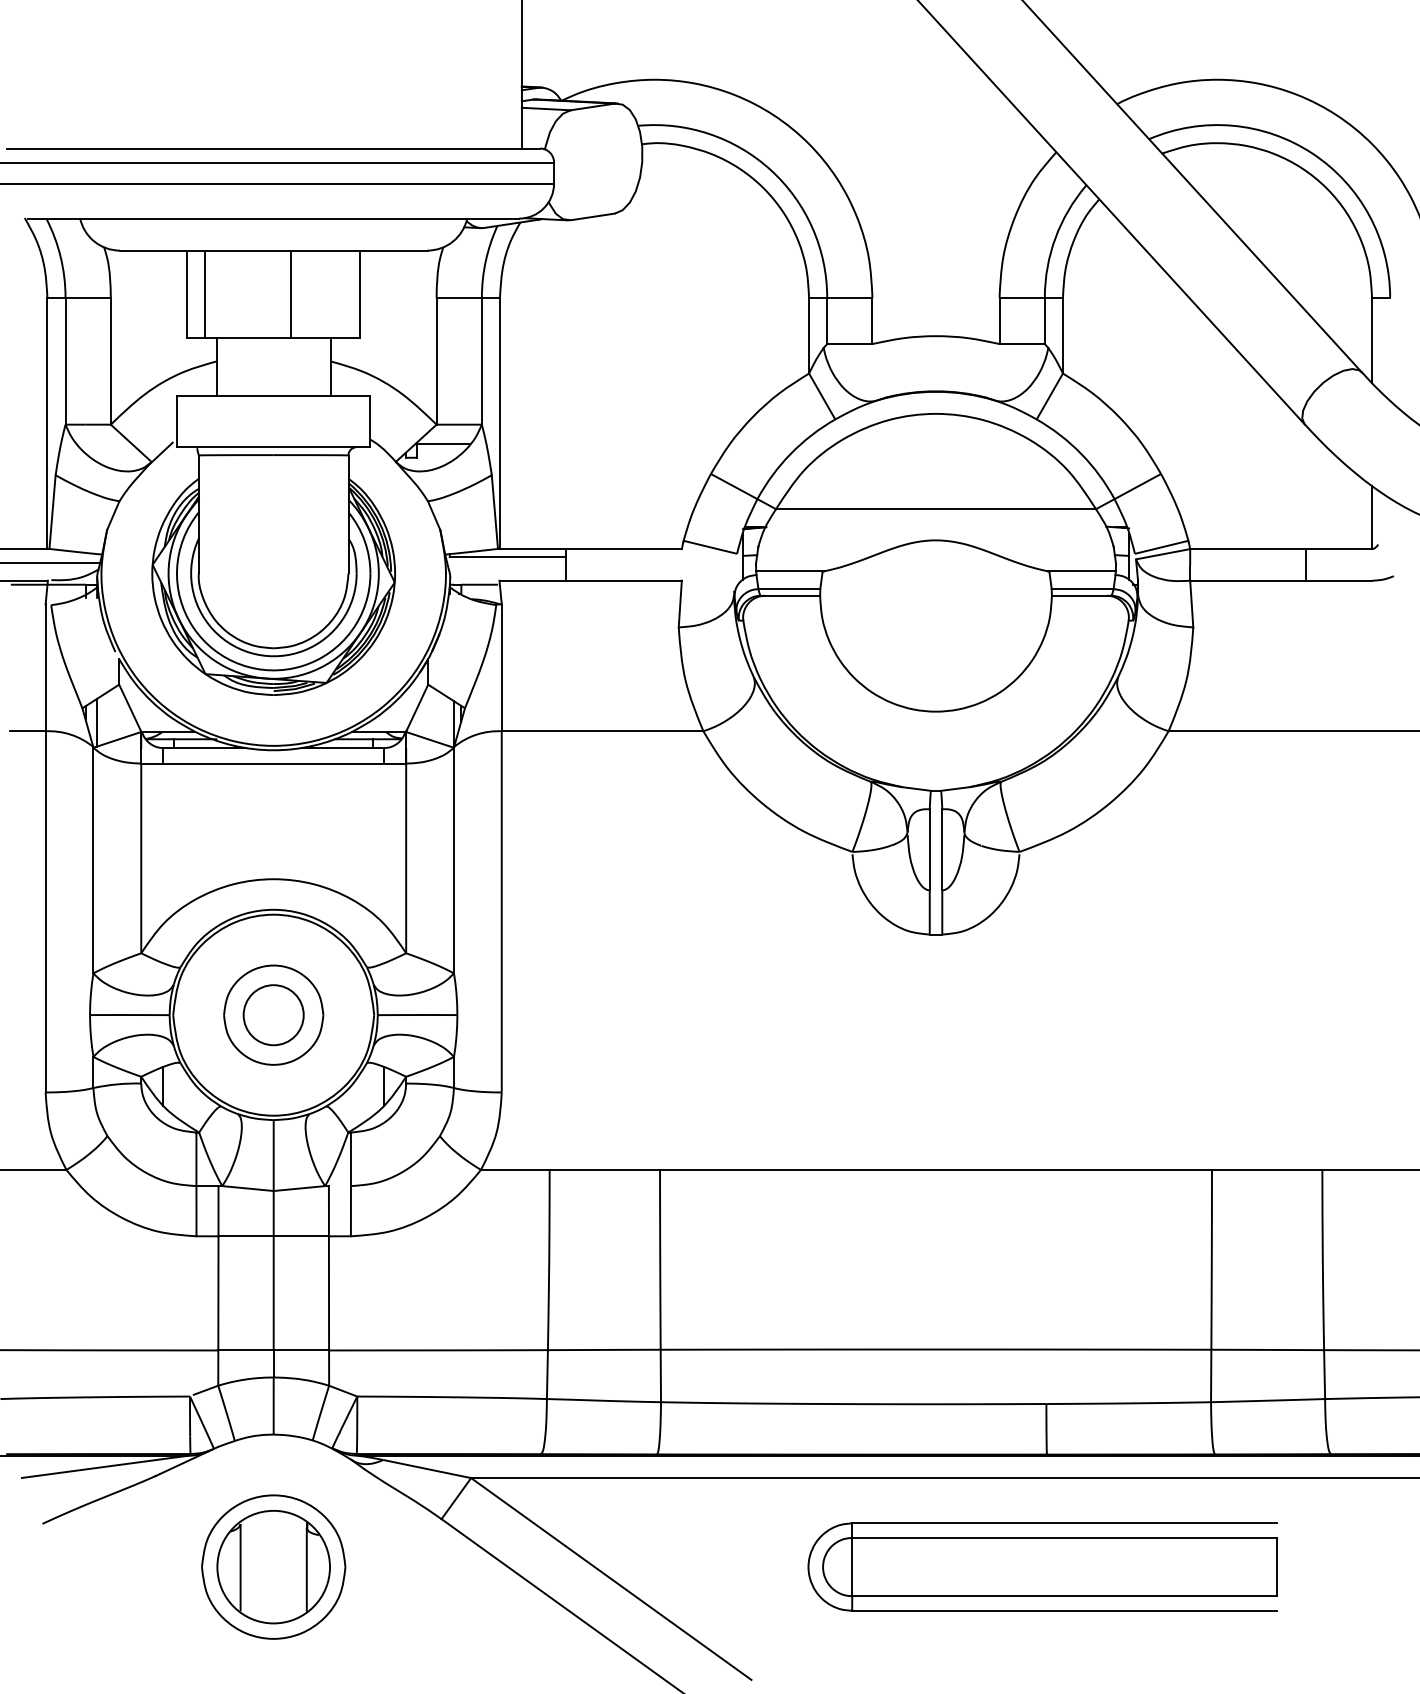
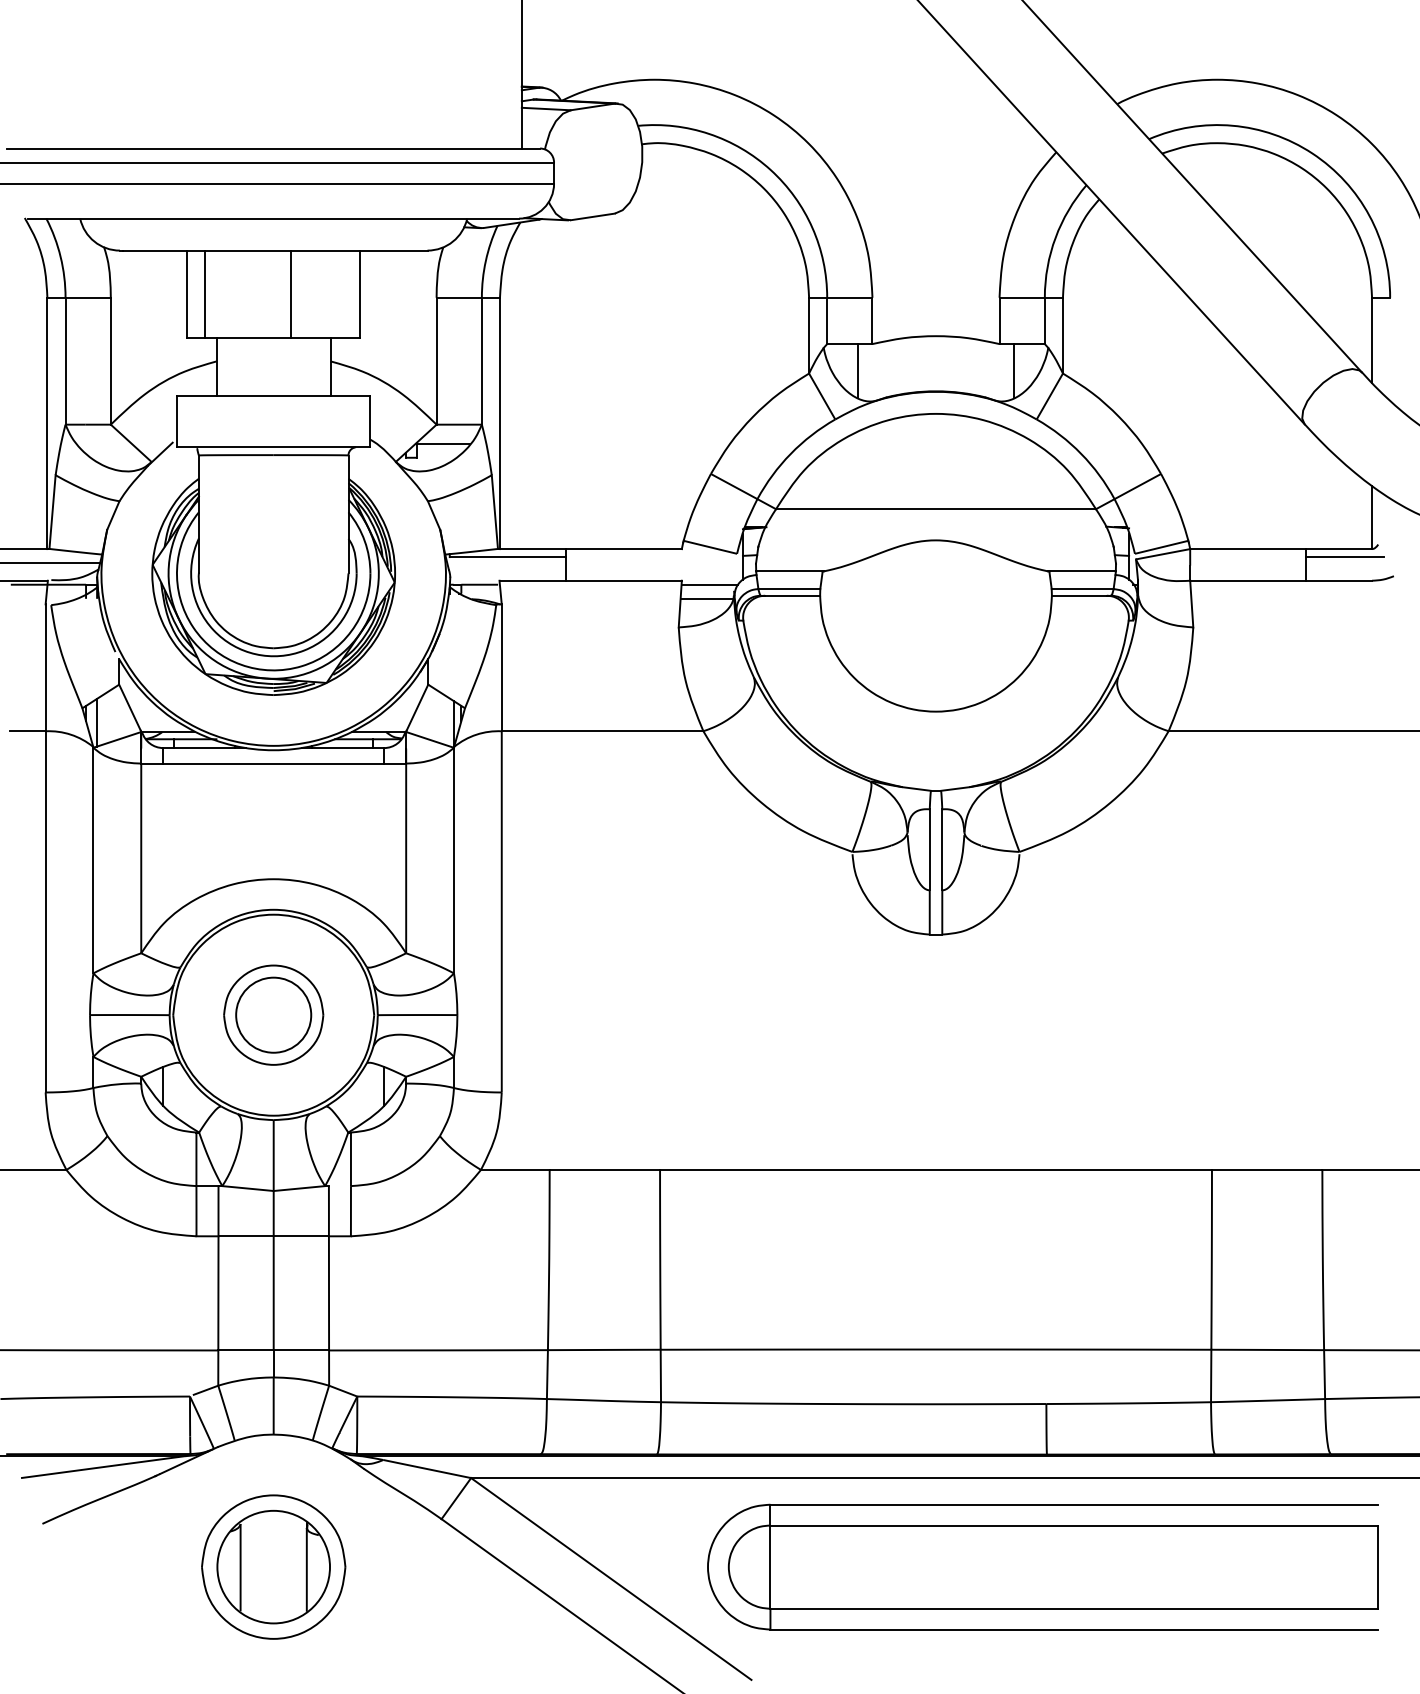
line at (858, 371): none -> present
line at (1013, 371): none -> present
line at (1344, 557): none -> present
line at (709, 584): none -> present
line at (706, 598): none -> present
circle at (273, 1015) diameter: 60 px -> 75 px
part at (1042, 1566) size: 471x90 px -> 672x128 px
